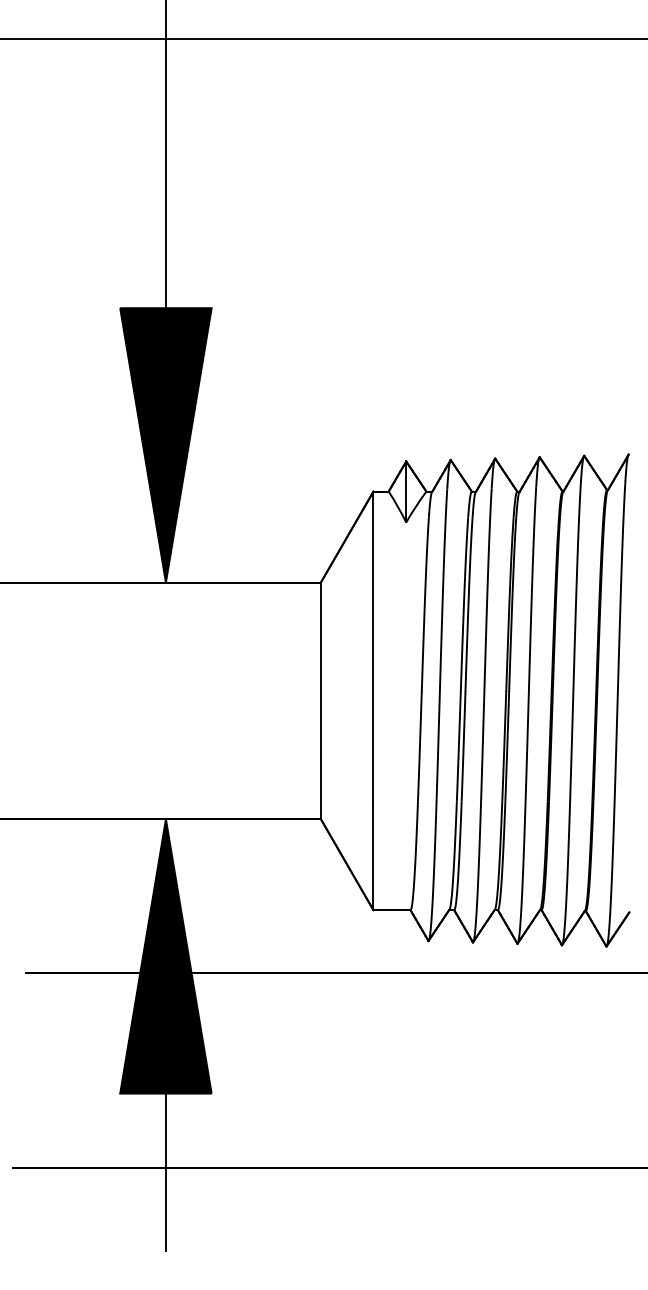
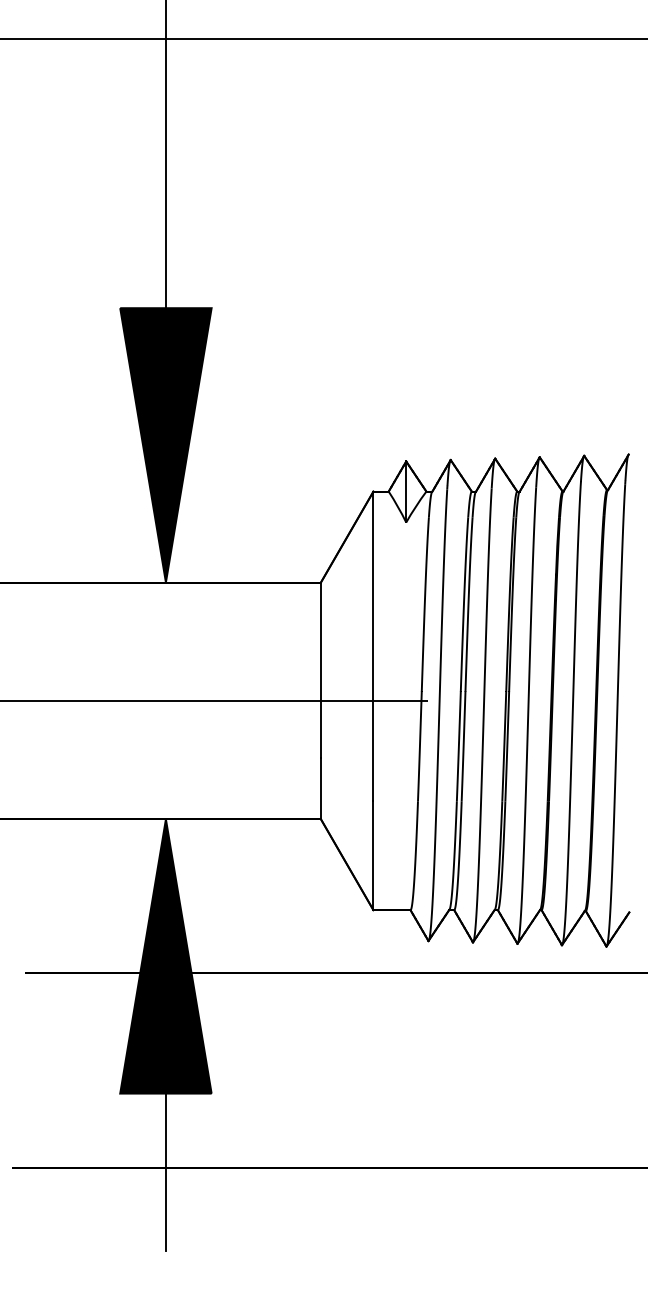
line at (215, 700): none -> present
